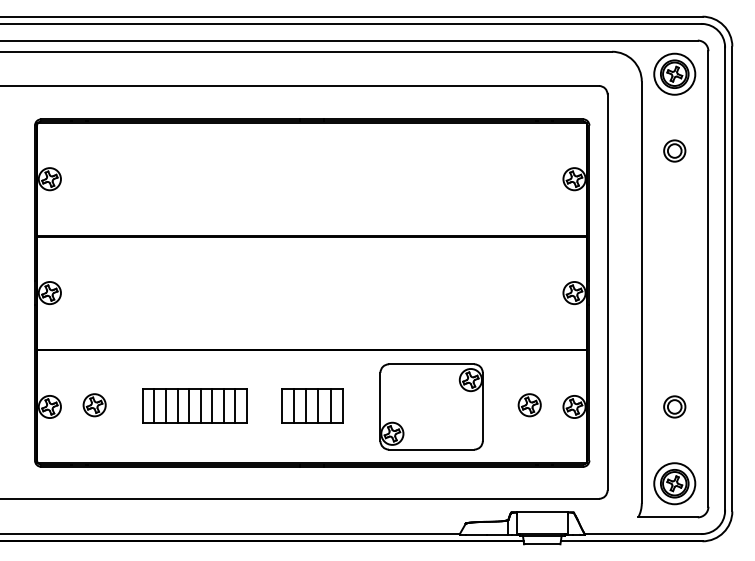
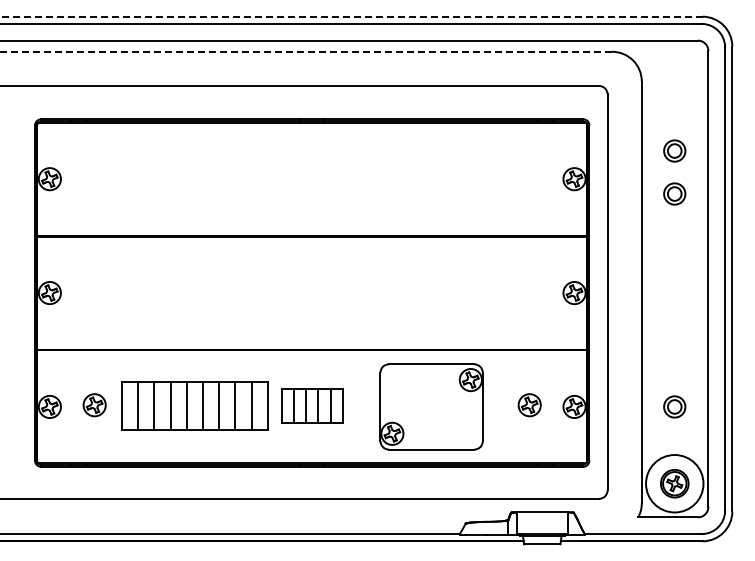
line at (350, 16): solid -> dashed
line at (306, 51): solid -> dashed
part at (674, 73): present -> none
part at (674, 193): none -> present
part at (194, 405) size: 106x36 px -> 148x50 px
circle at (674, 483) diameter: 41 px -> 57 px
